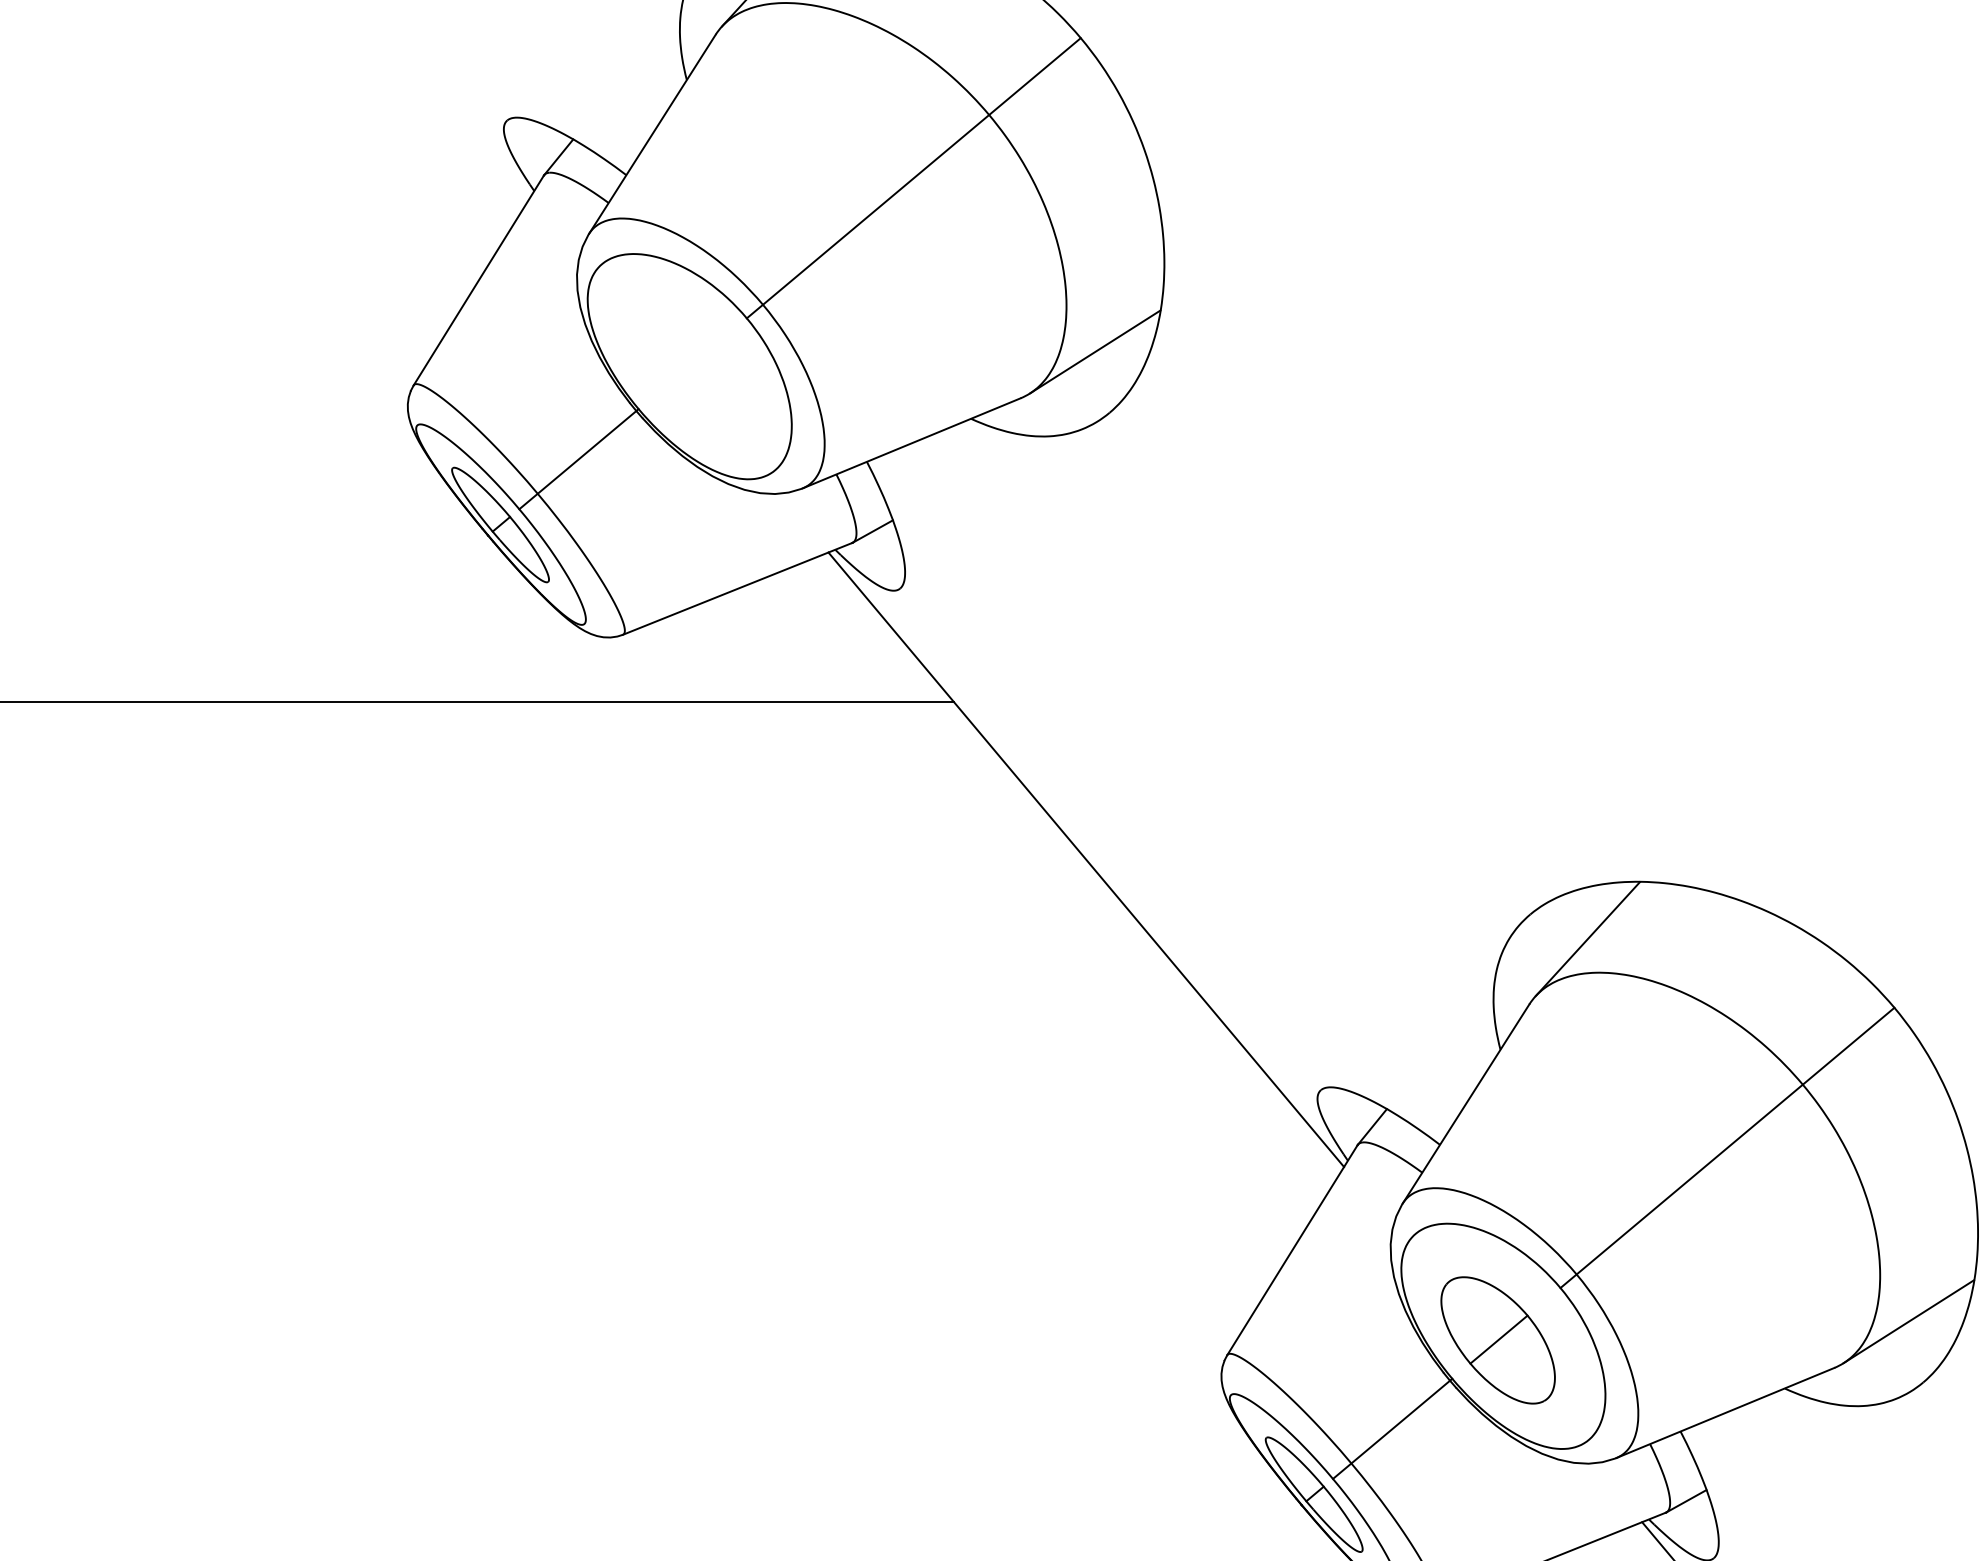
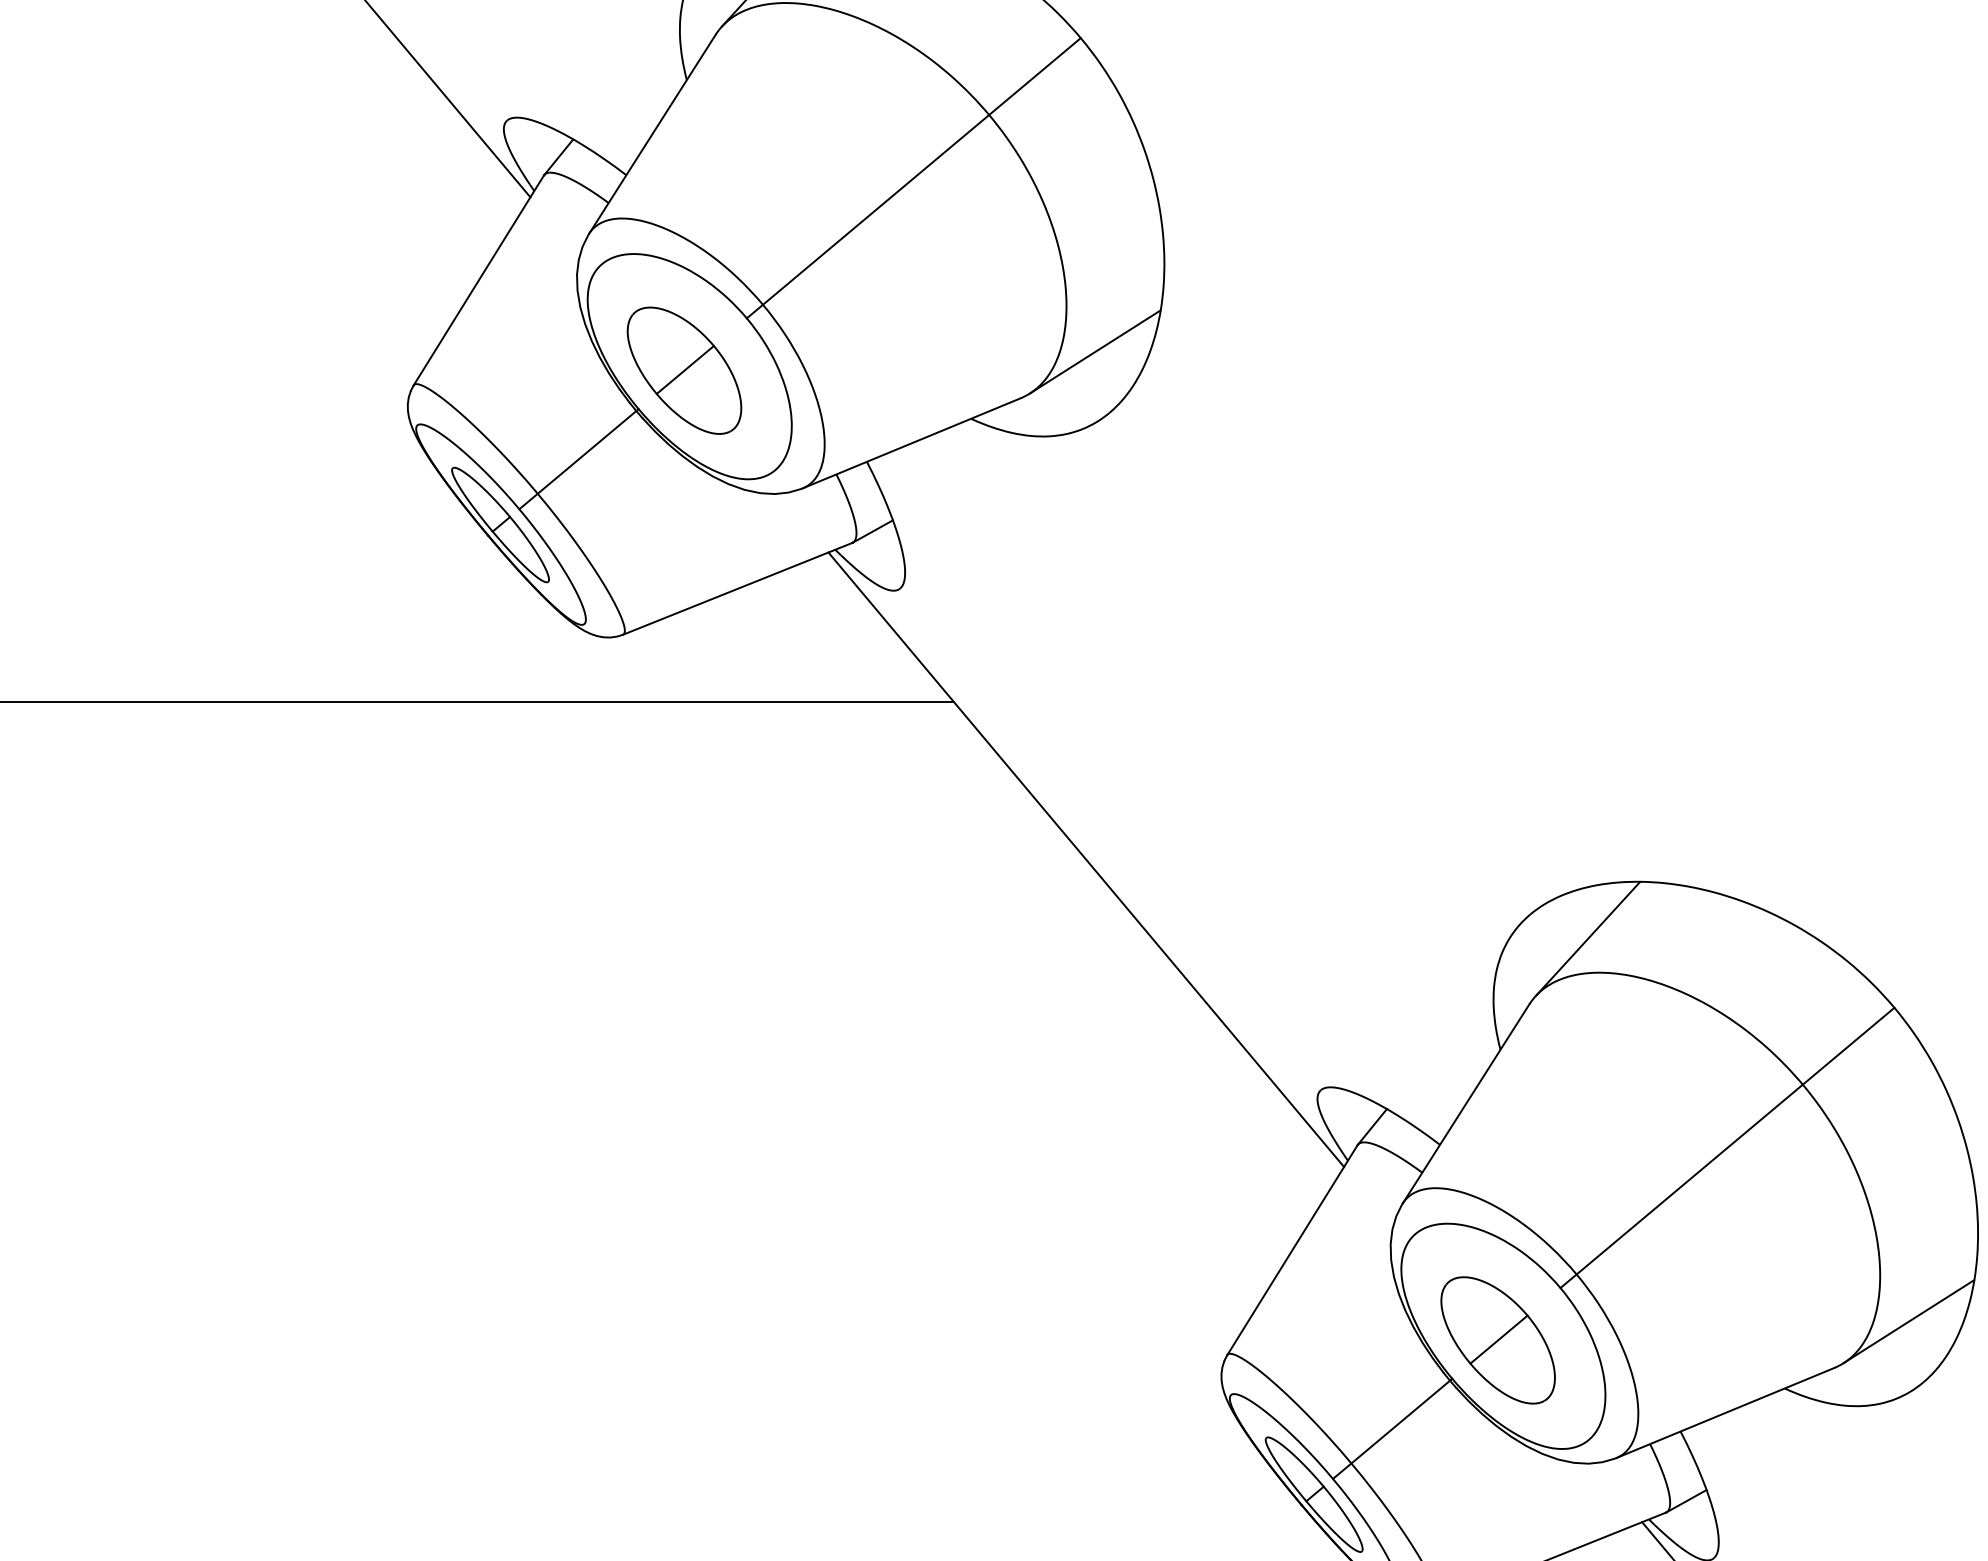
line at (448, 99): none -> present
part at (684, 370): none -> present
